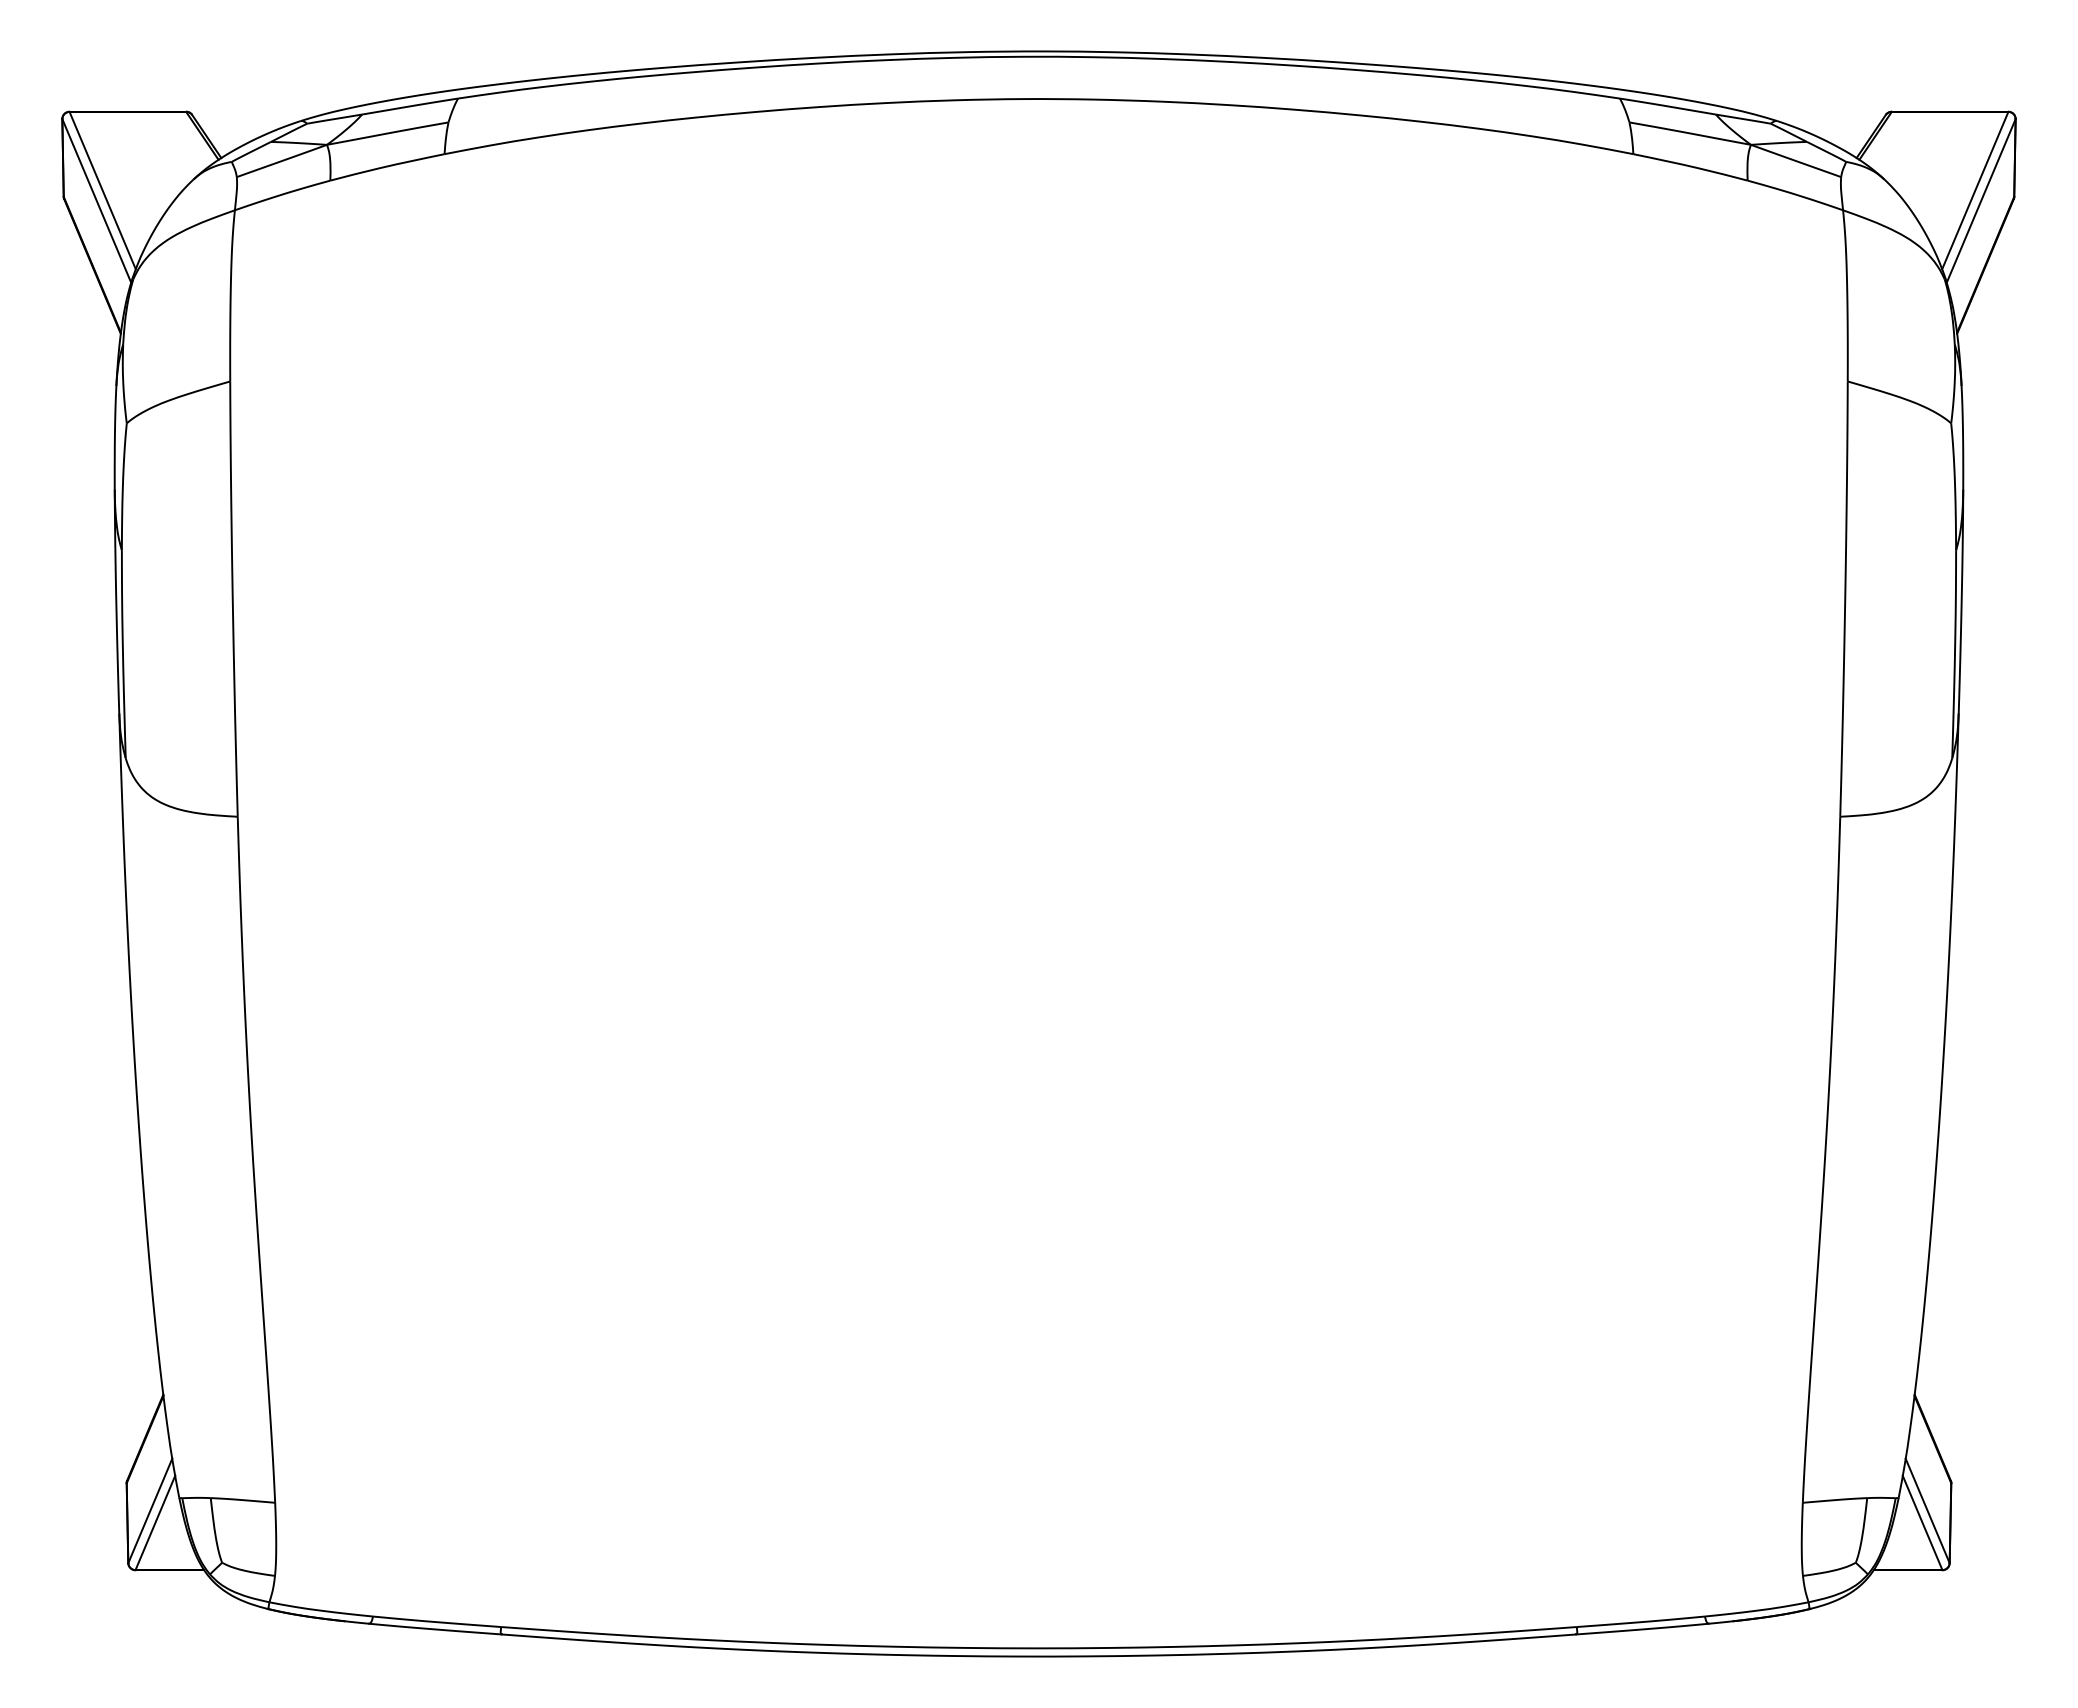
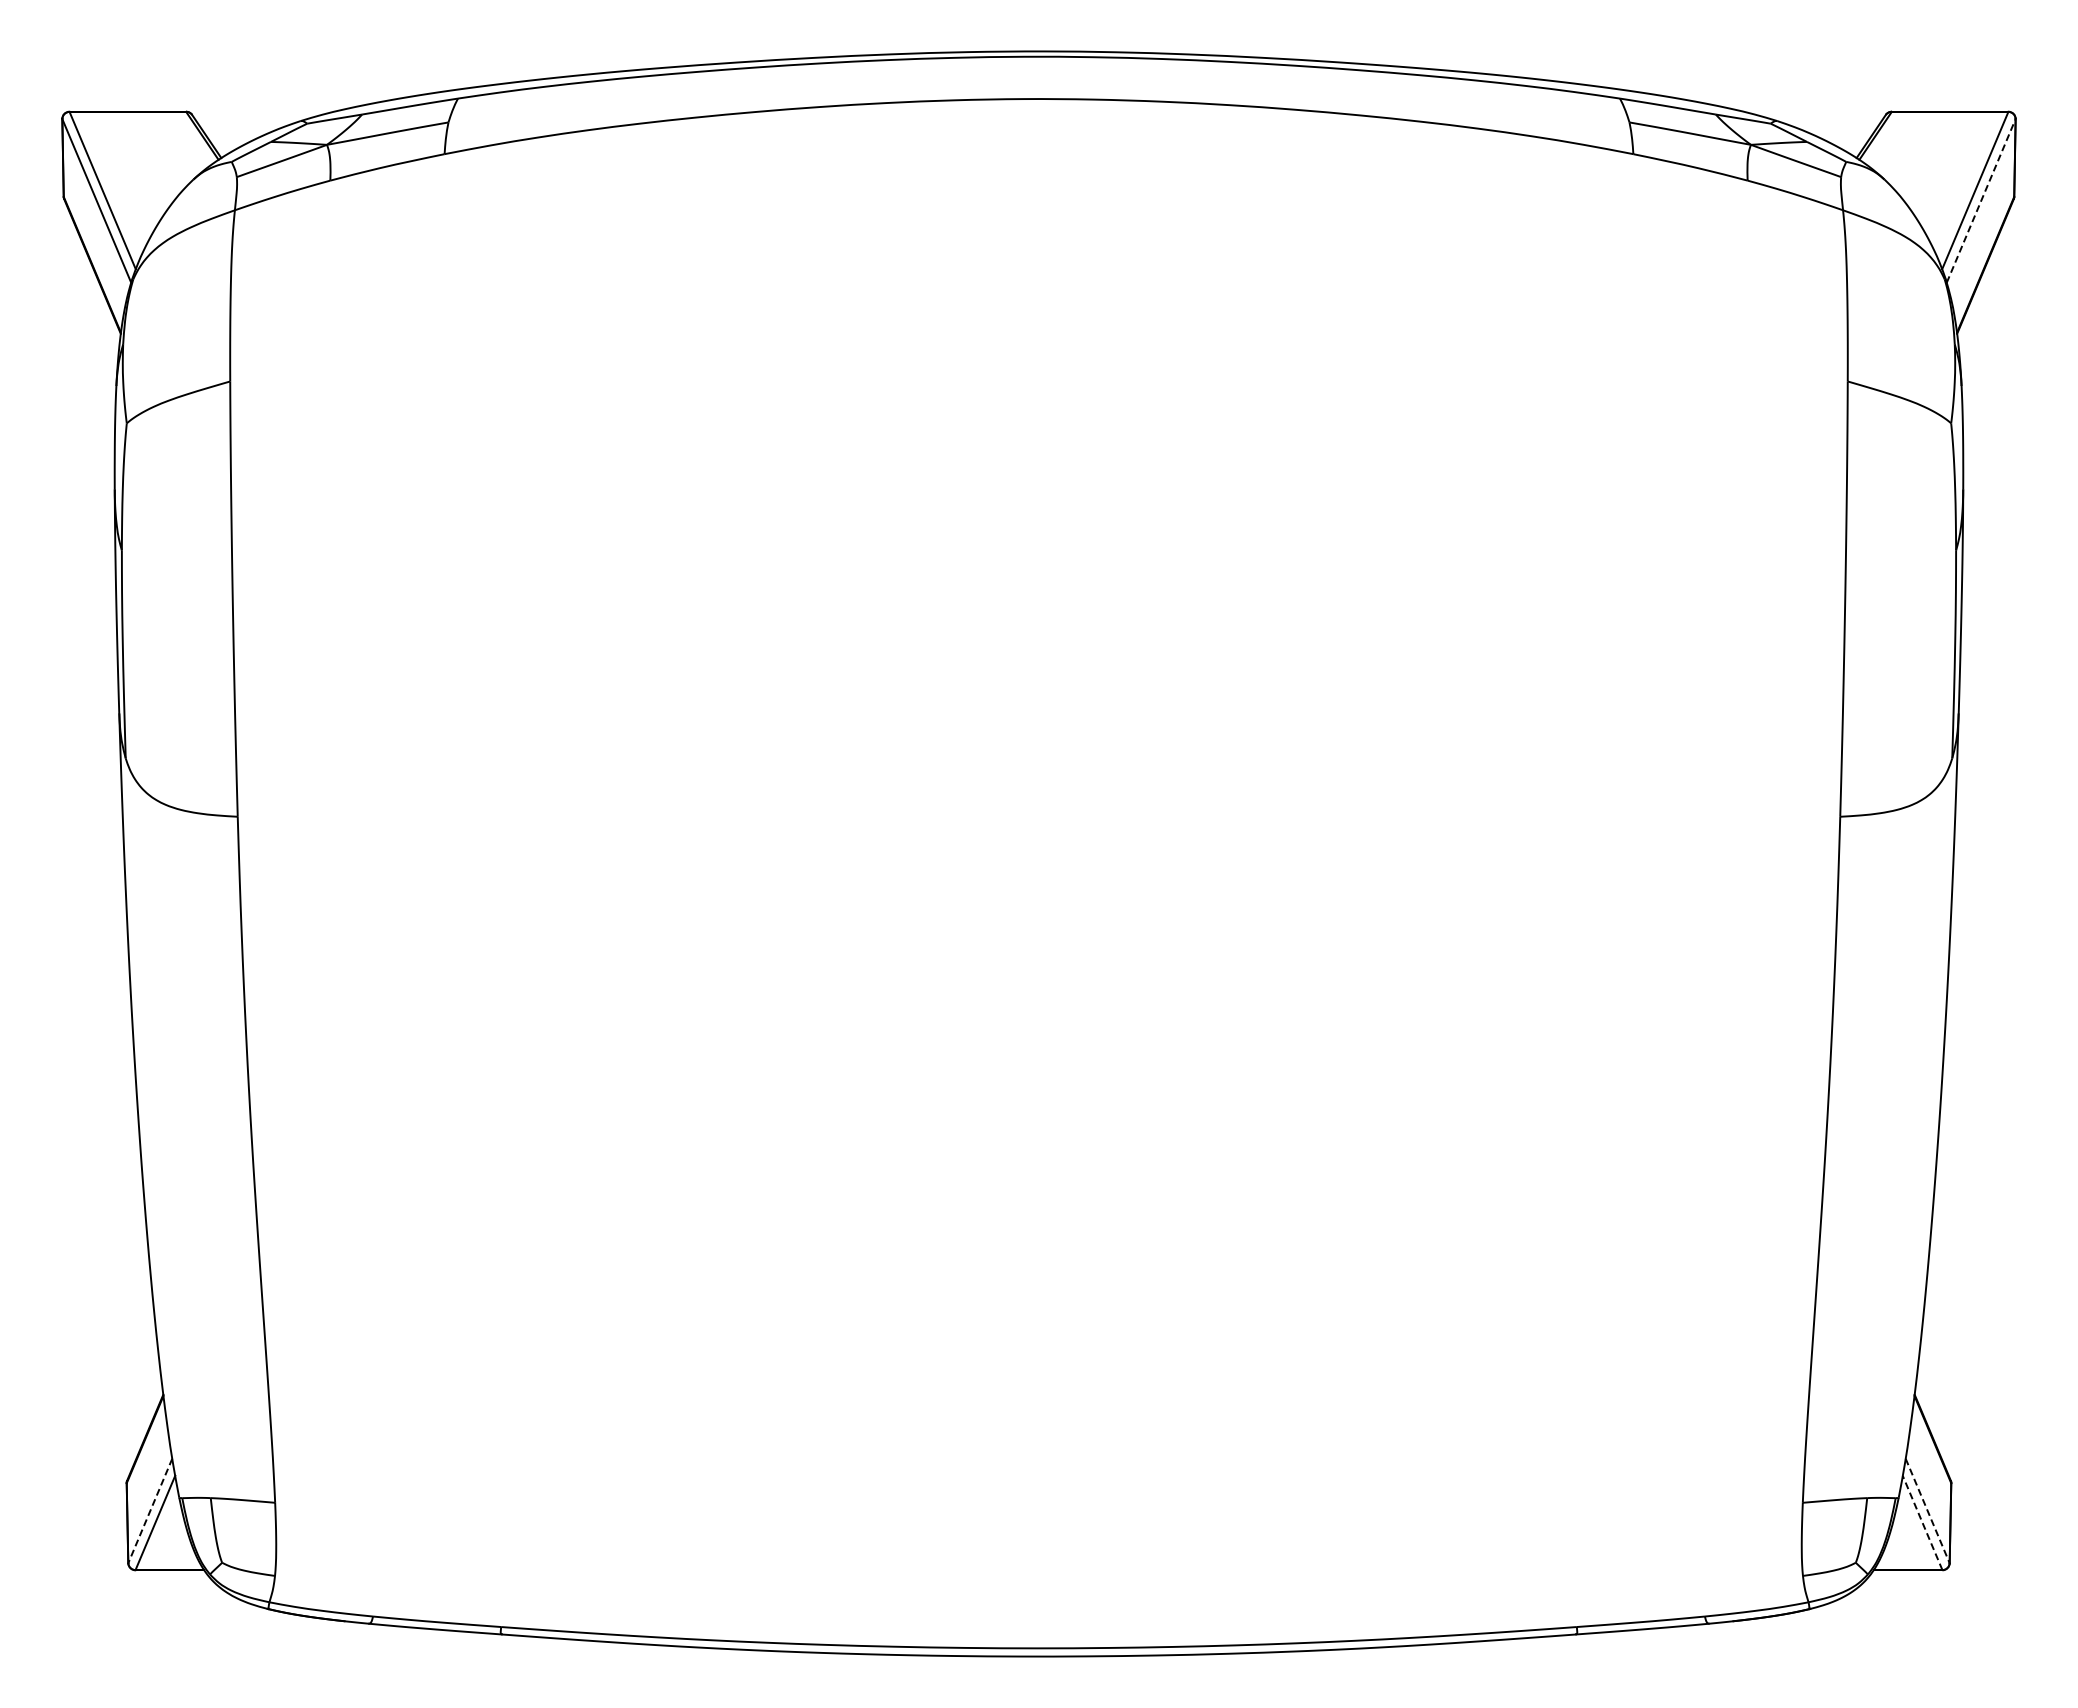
line at (1981, 200): solid -> dashed
line at (150, 1510): solid -> dashed
line at (1927, 1510): solid -> dashed
line at (1922, 1522): solid -> dashed
